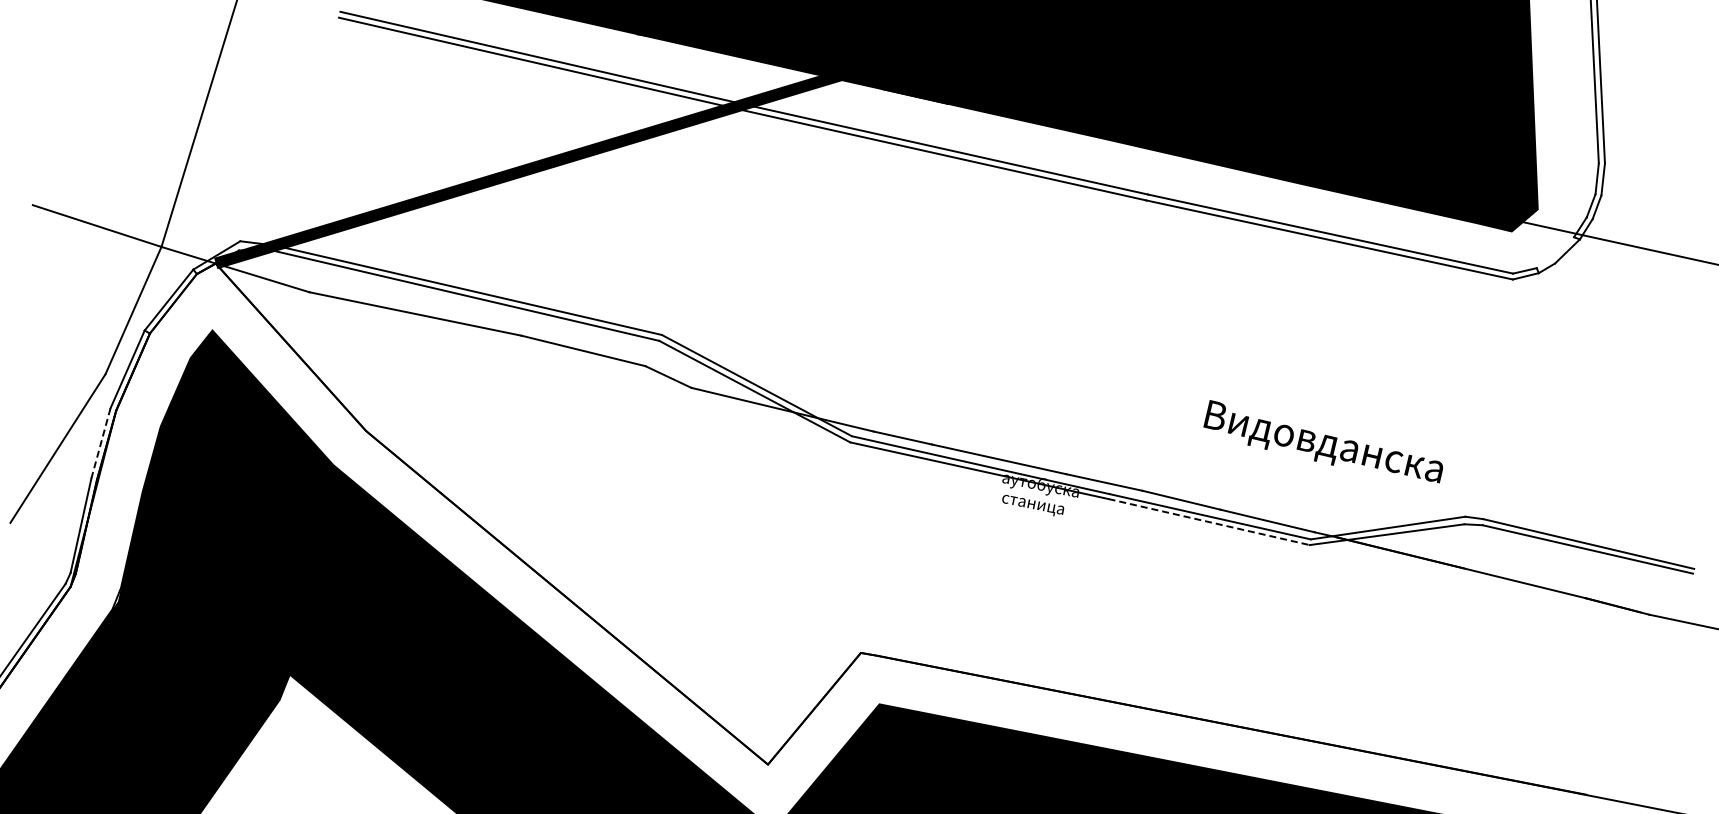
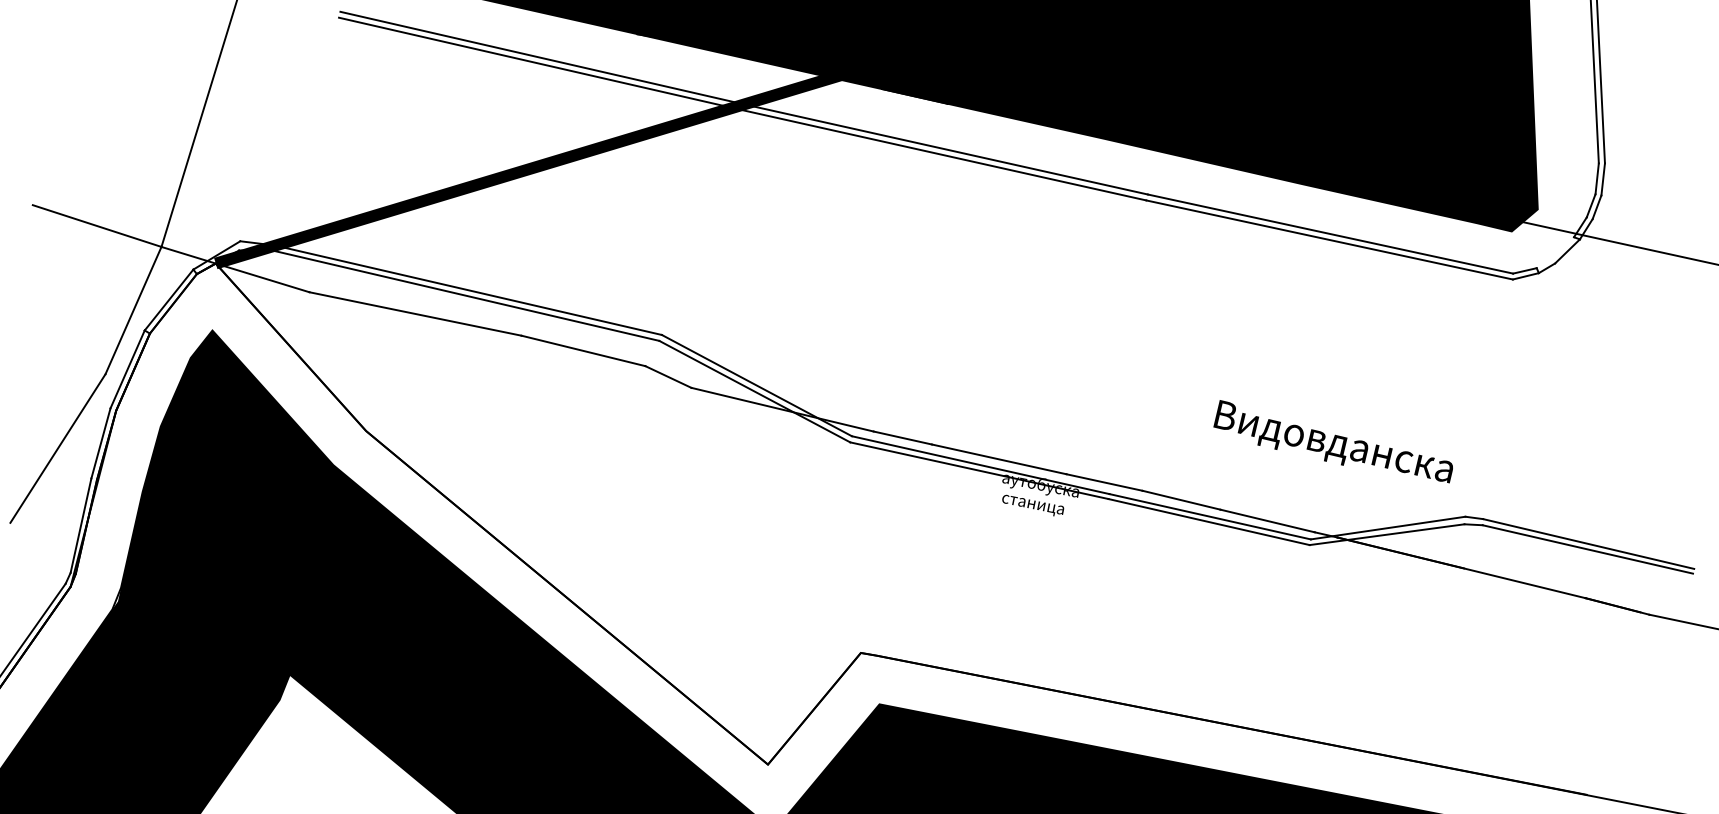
text at (1322, 441) position: (1322, 441) -> (1332, 441)
line at (100, 443): dashed -> solid
line at (1209, 522): dashed -> solid
